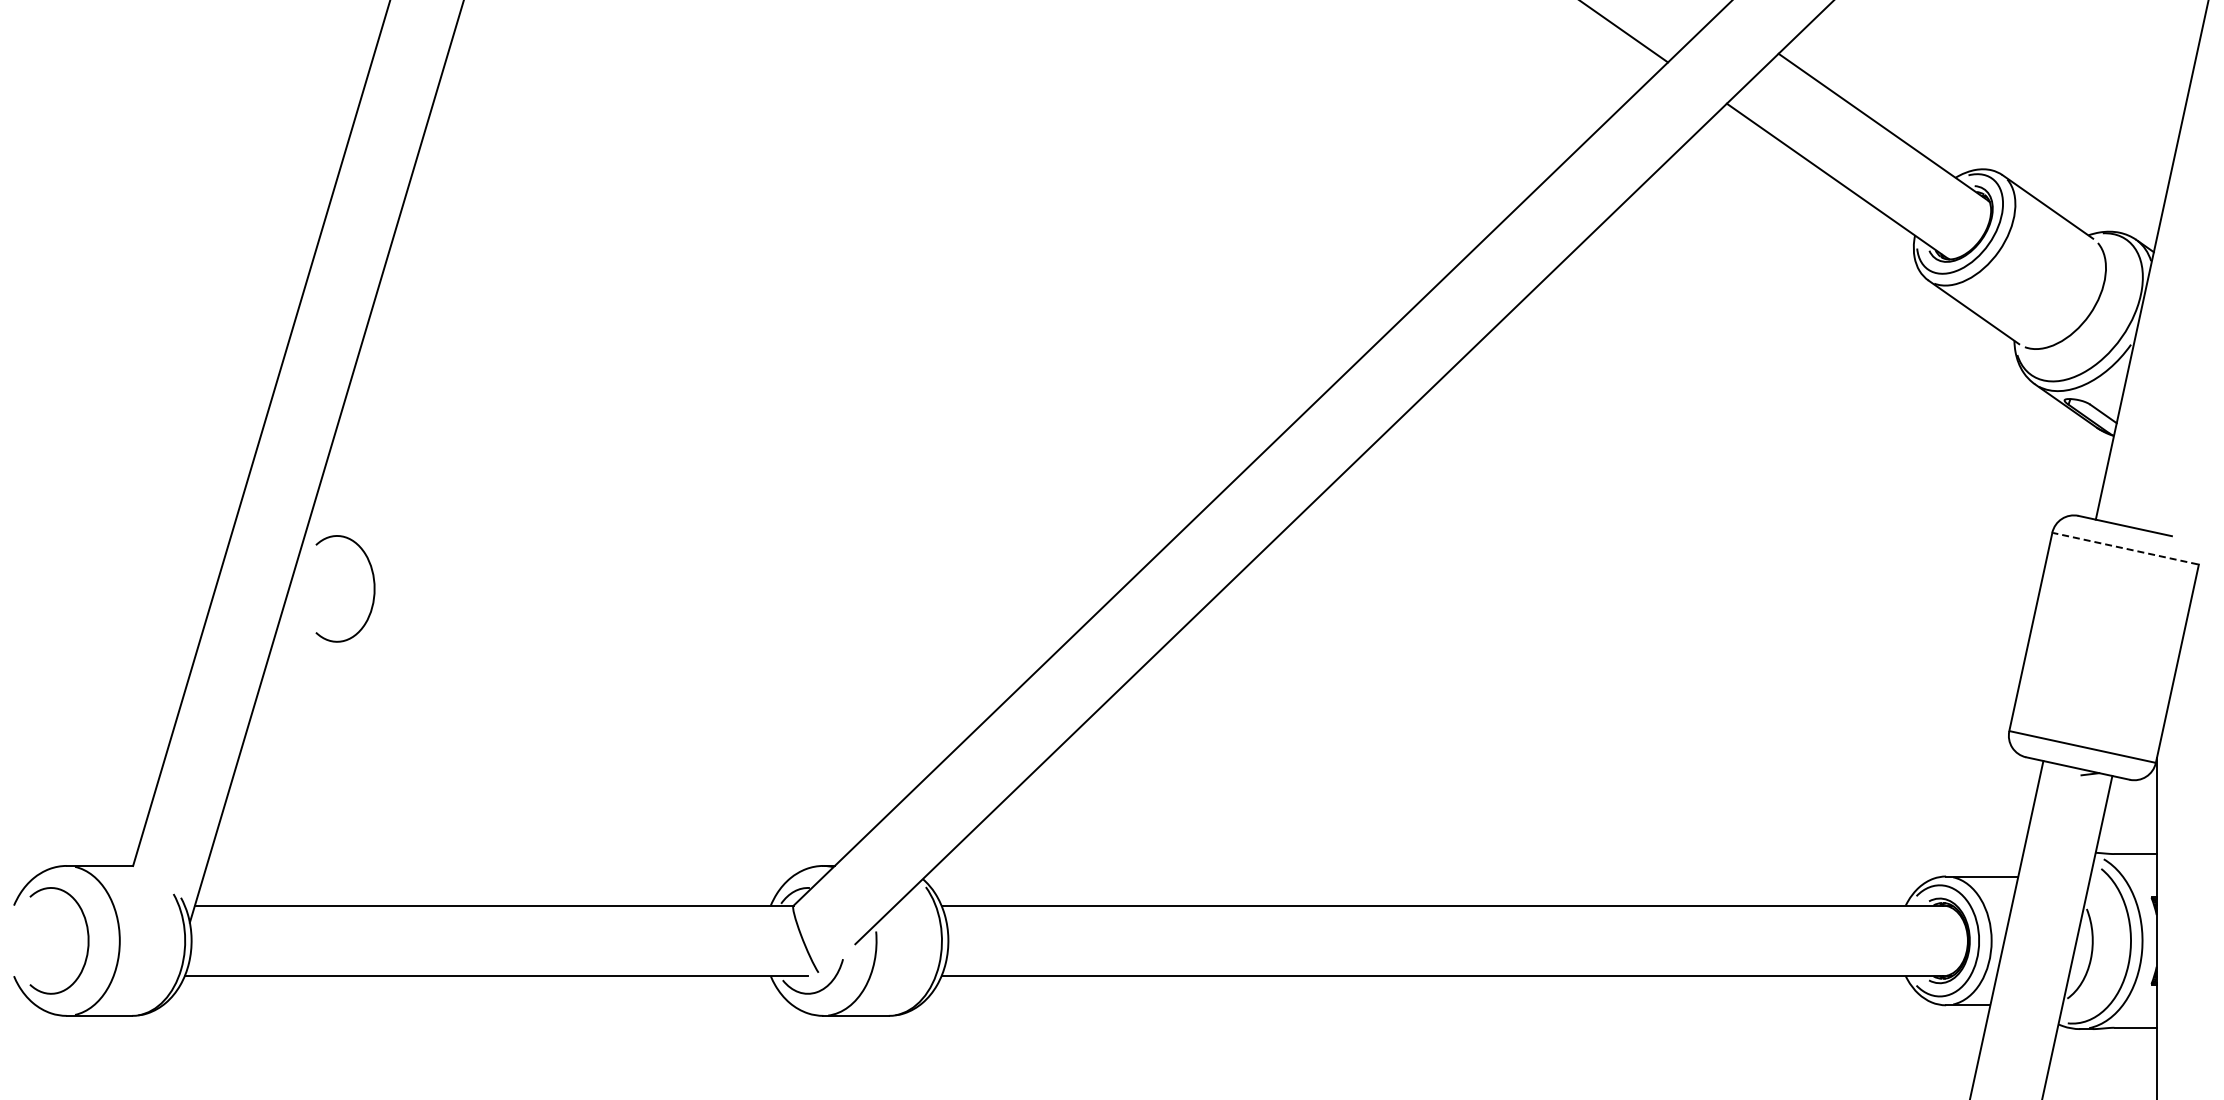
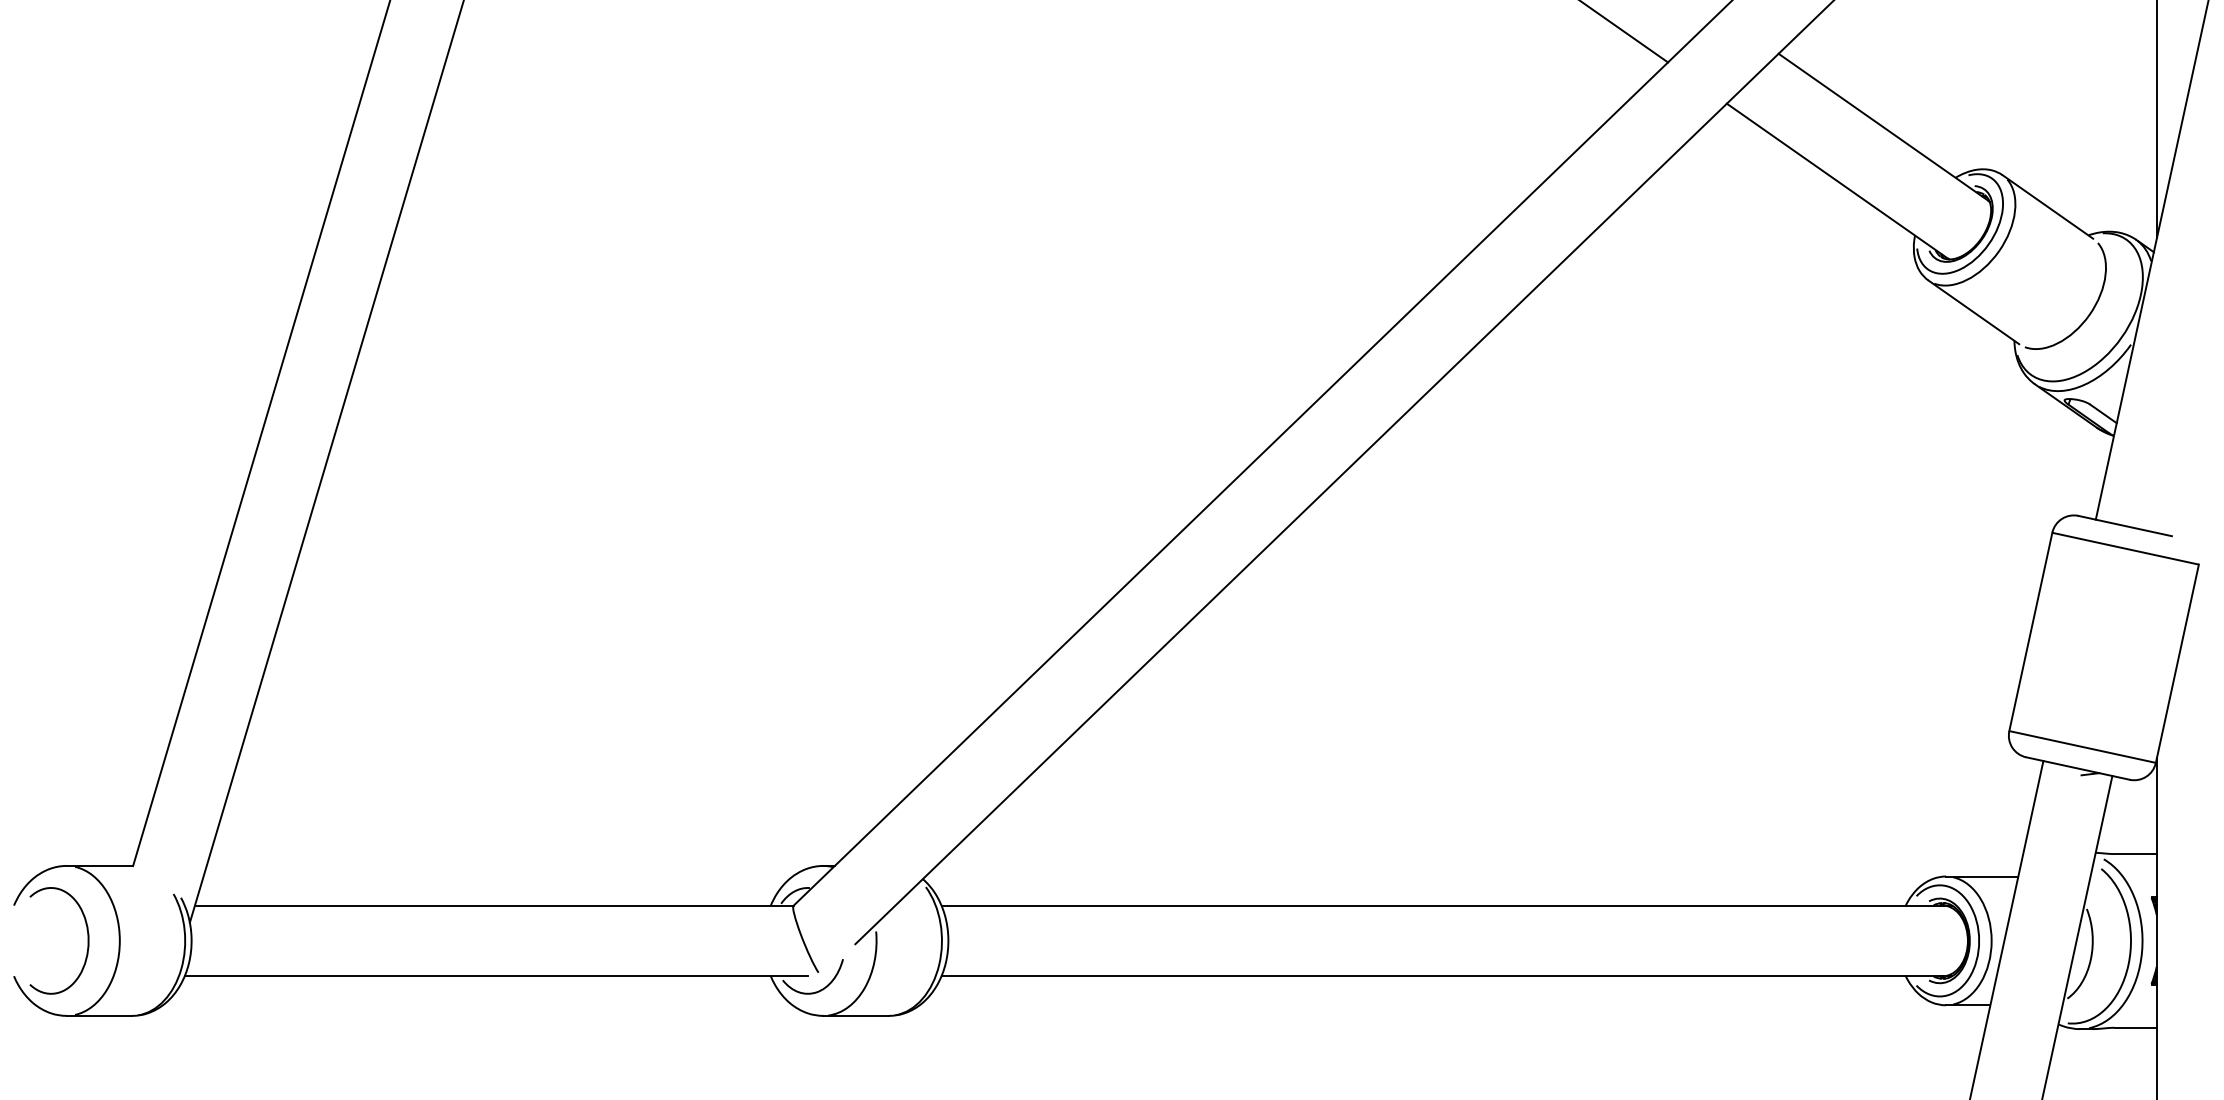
line at (2156, 120): none -> present
line at (2125, 548): dashed -> solid
curve at (373, 588): present -> none
